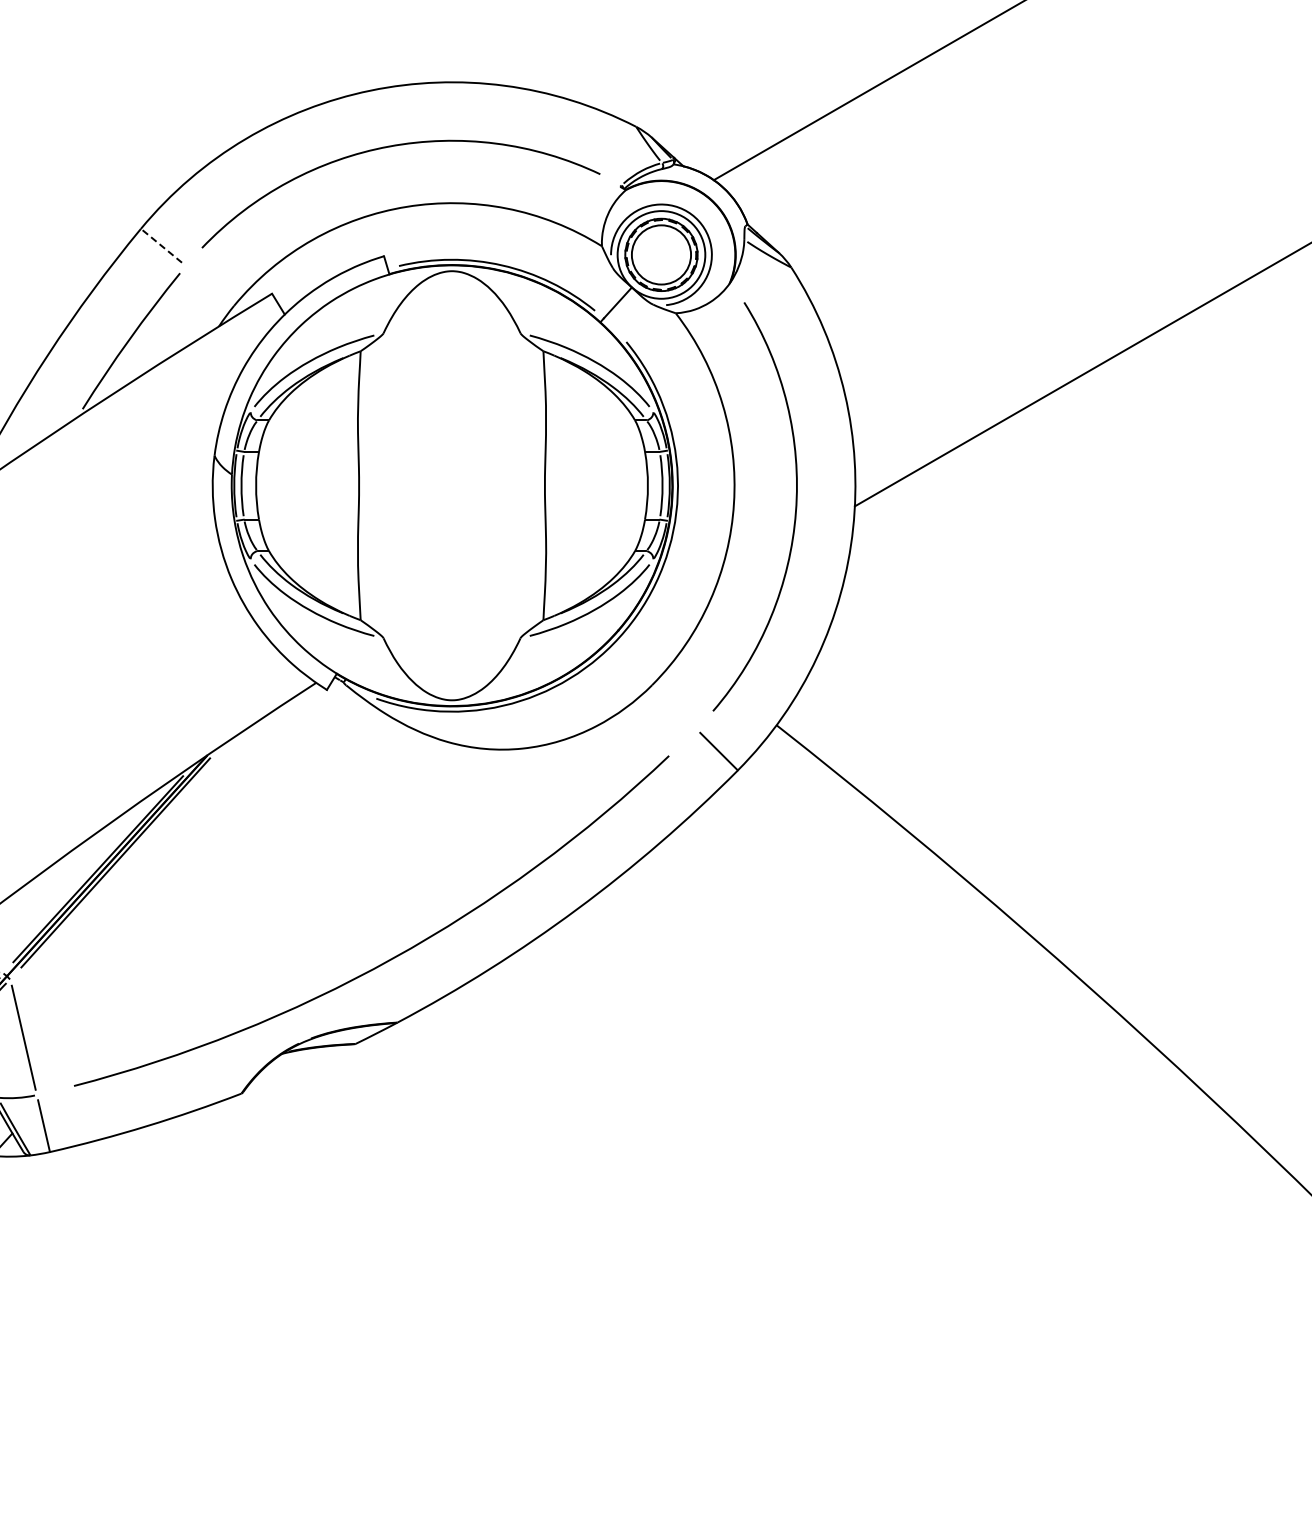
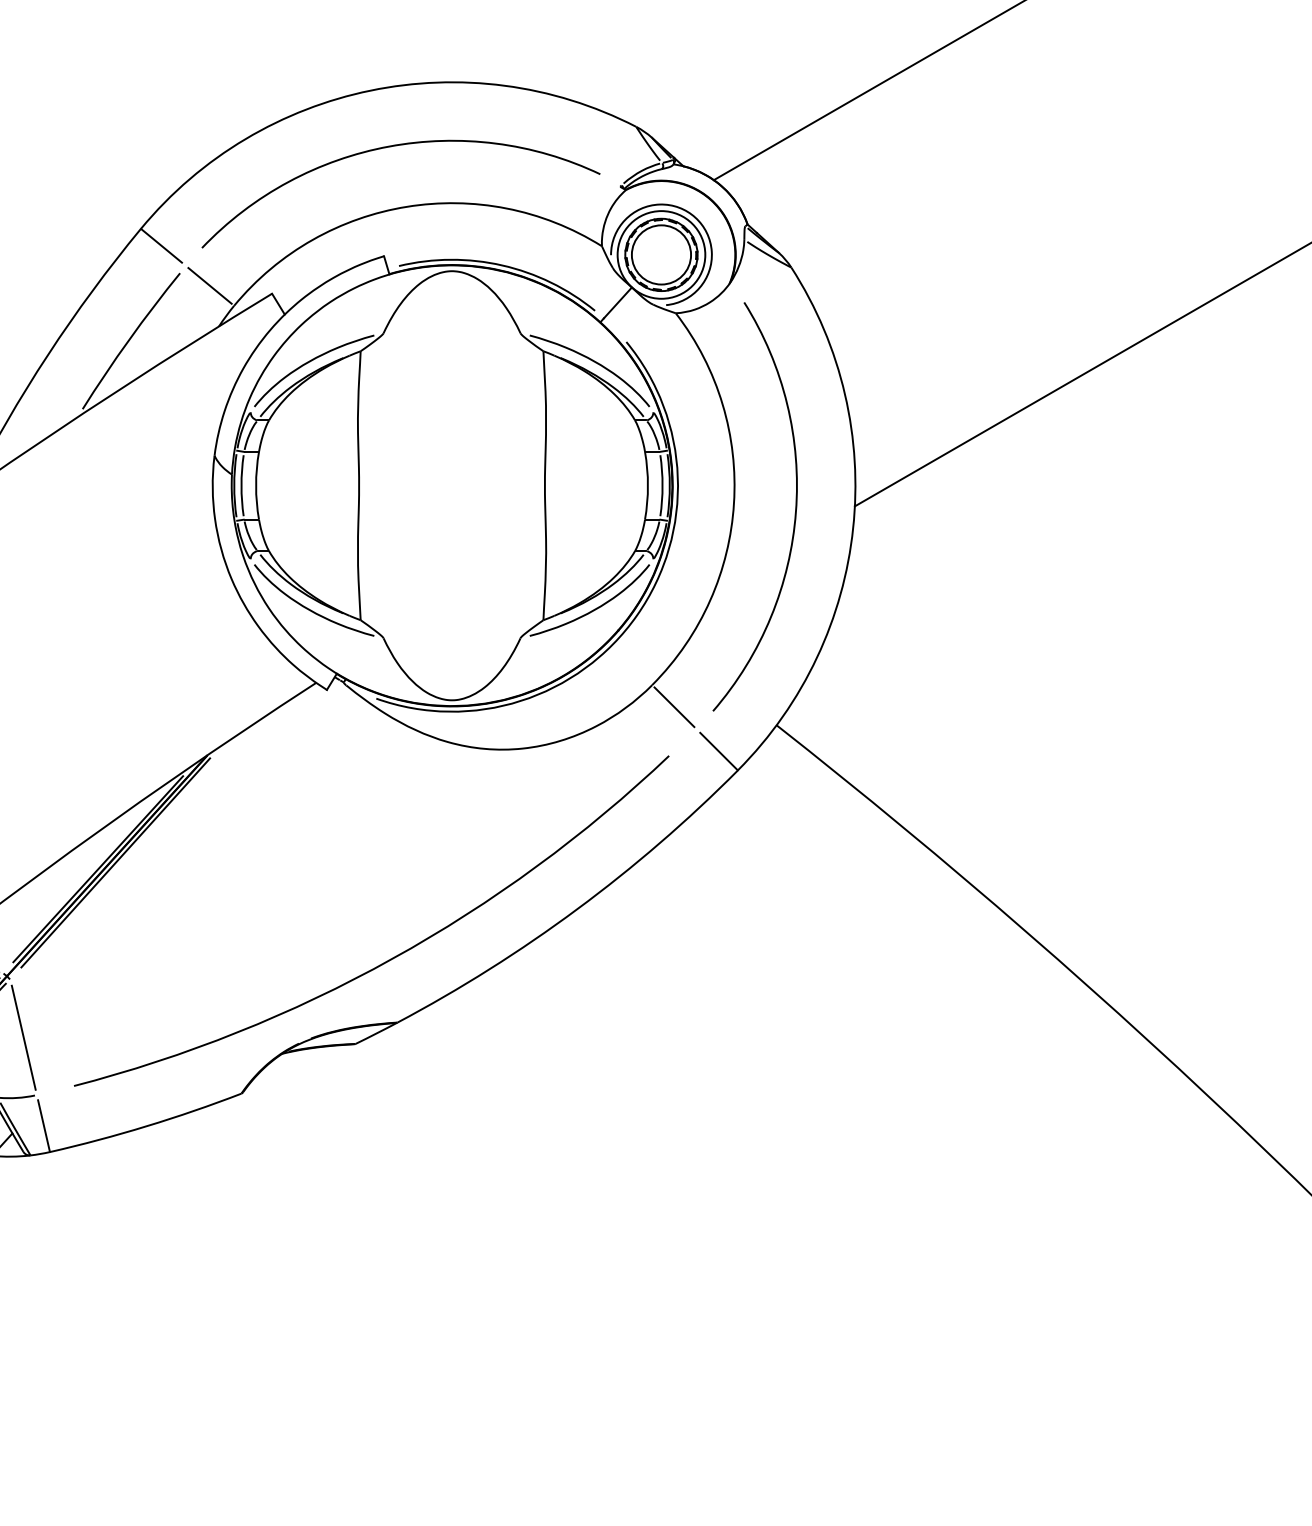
line at (161, 245): dashed -> solid
line at (209, 285): none -> present
line at (674, 707): none -> present
